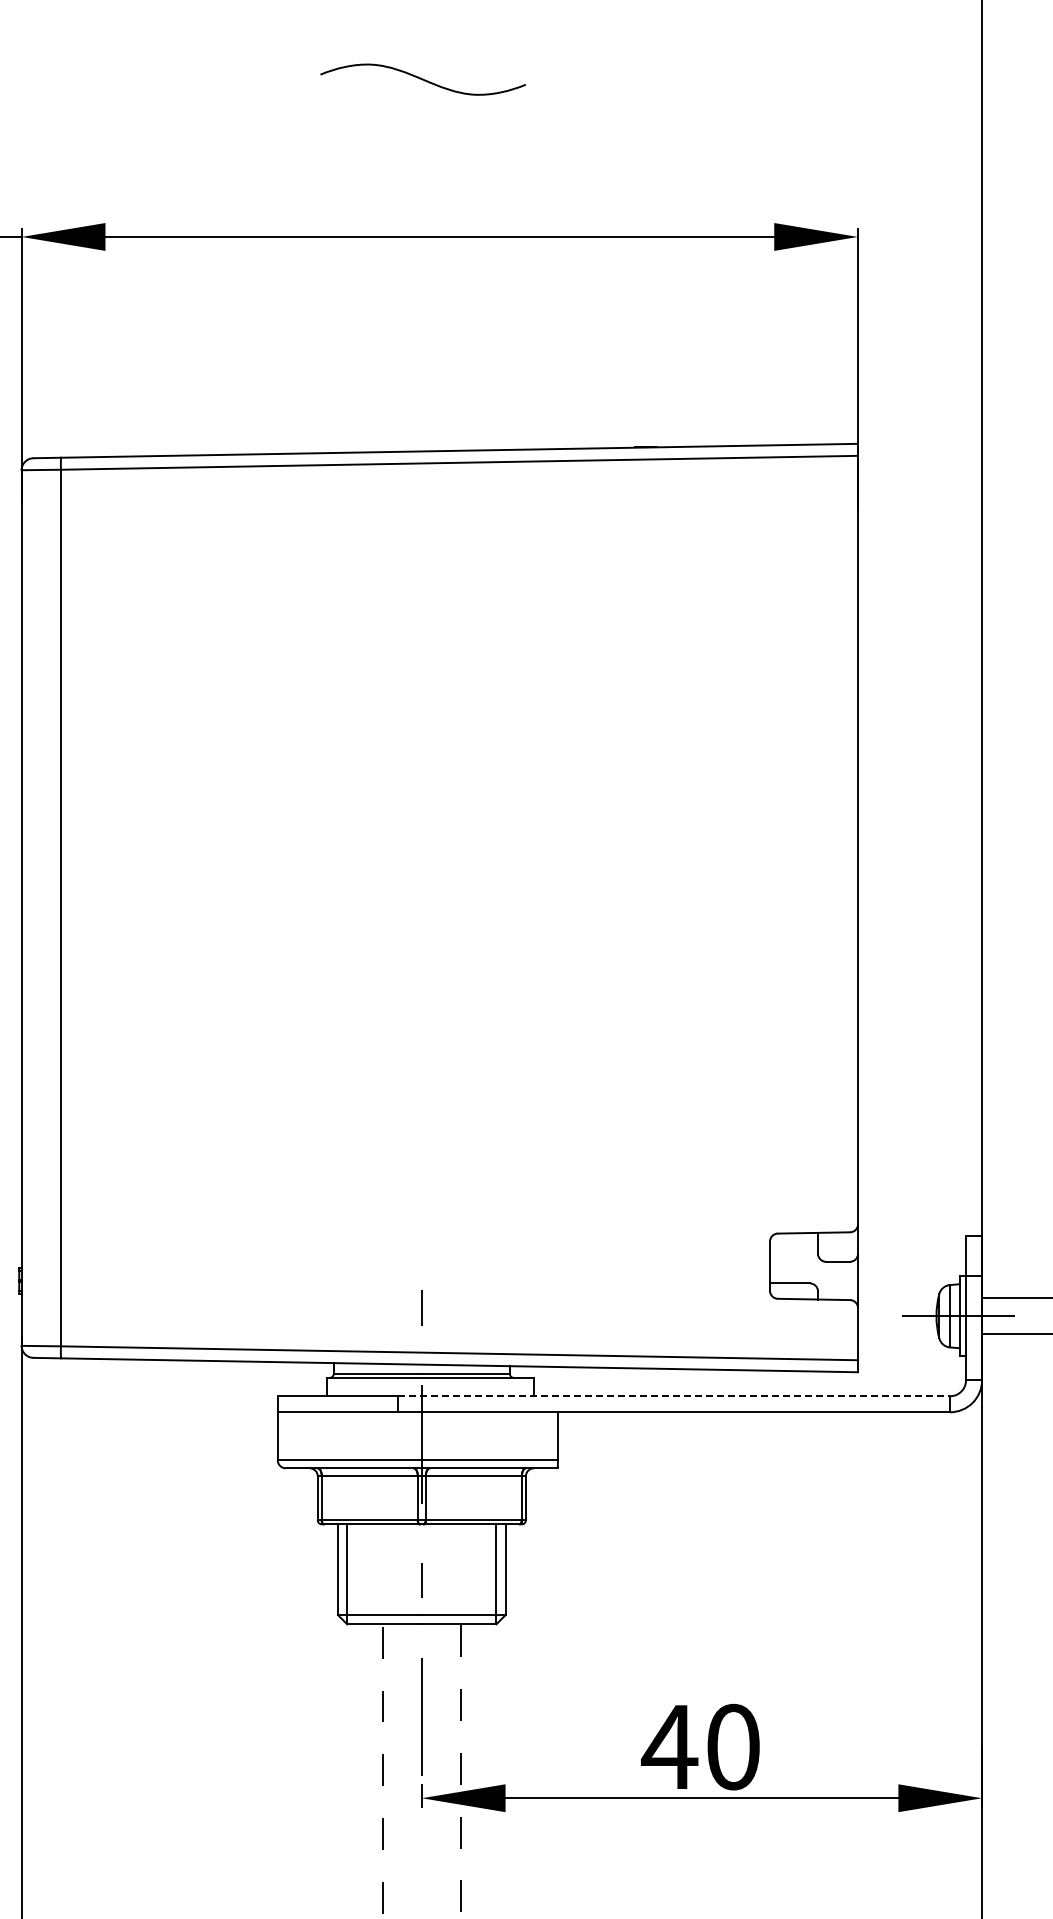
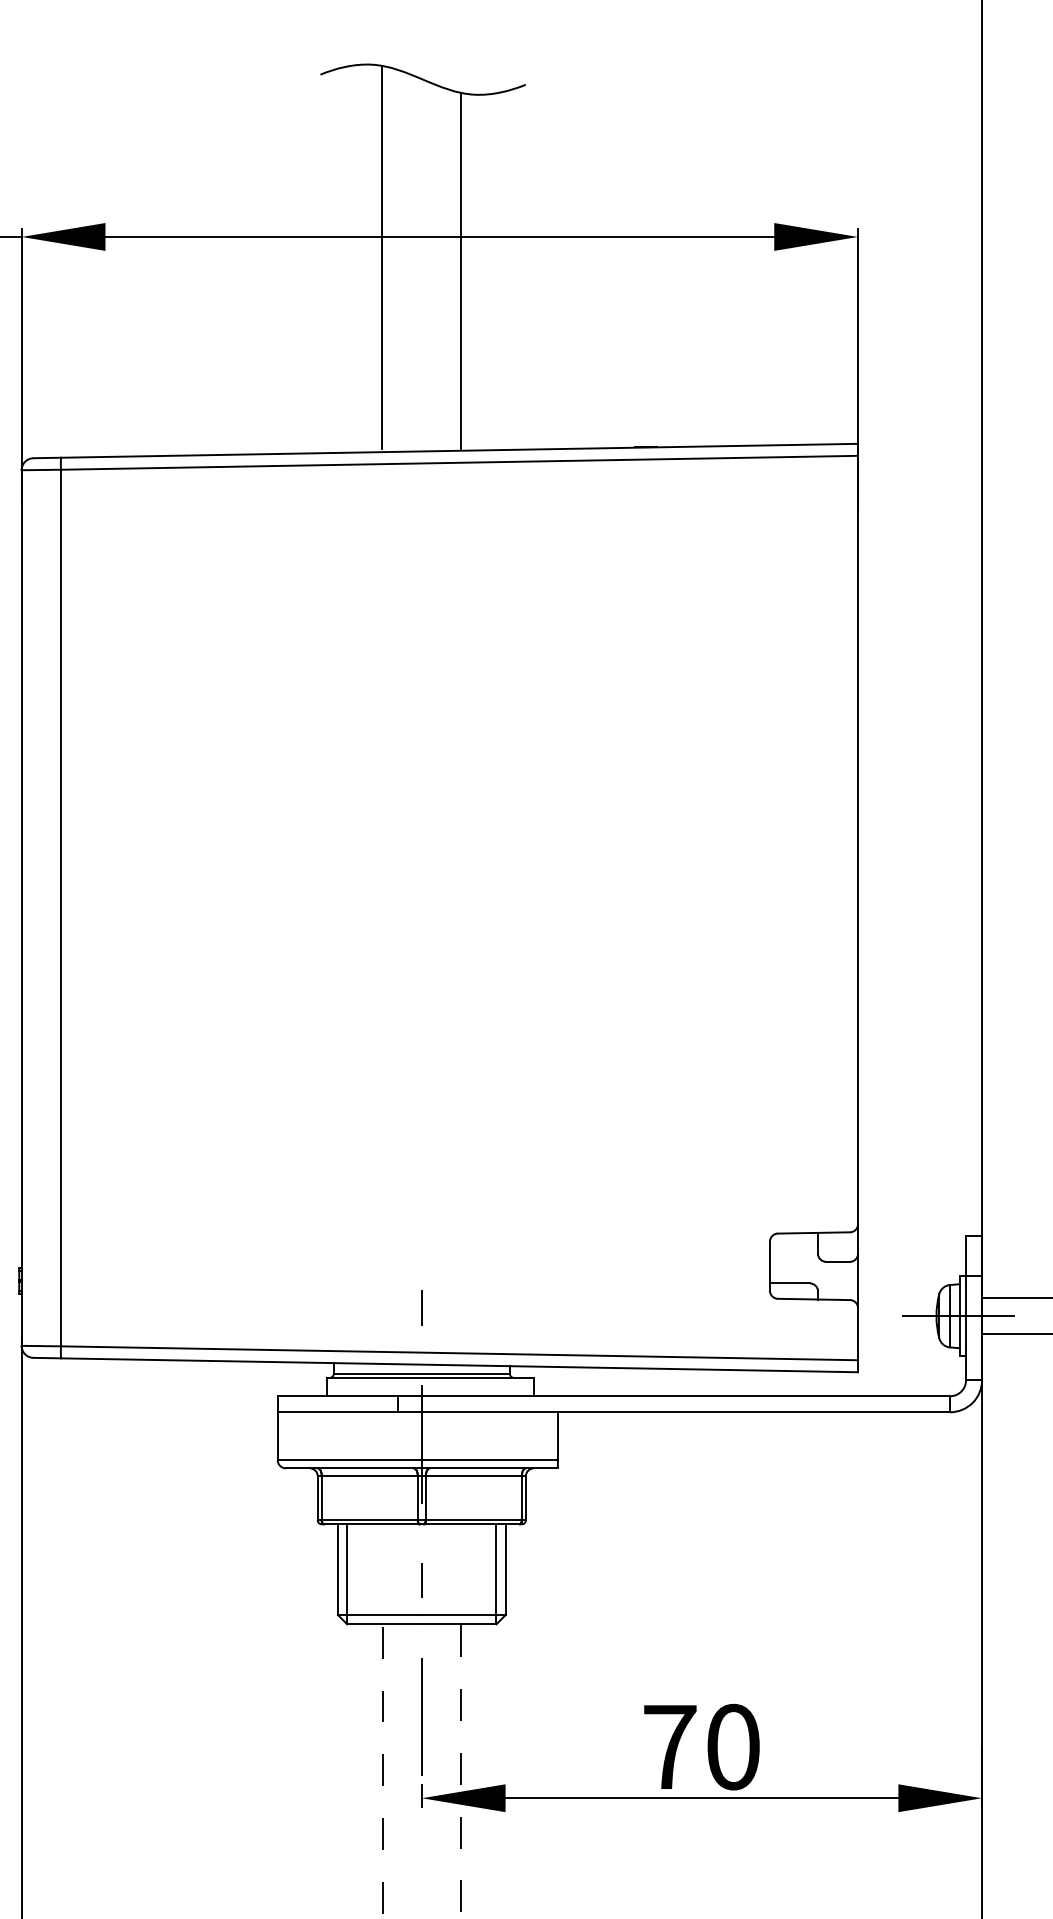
line at (382, 257): none -> present
line at (461, 270): none -> present
line at (674, 1396): dashed -> solid
text at (669, 1746): 40 -> 70
